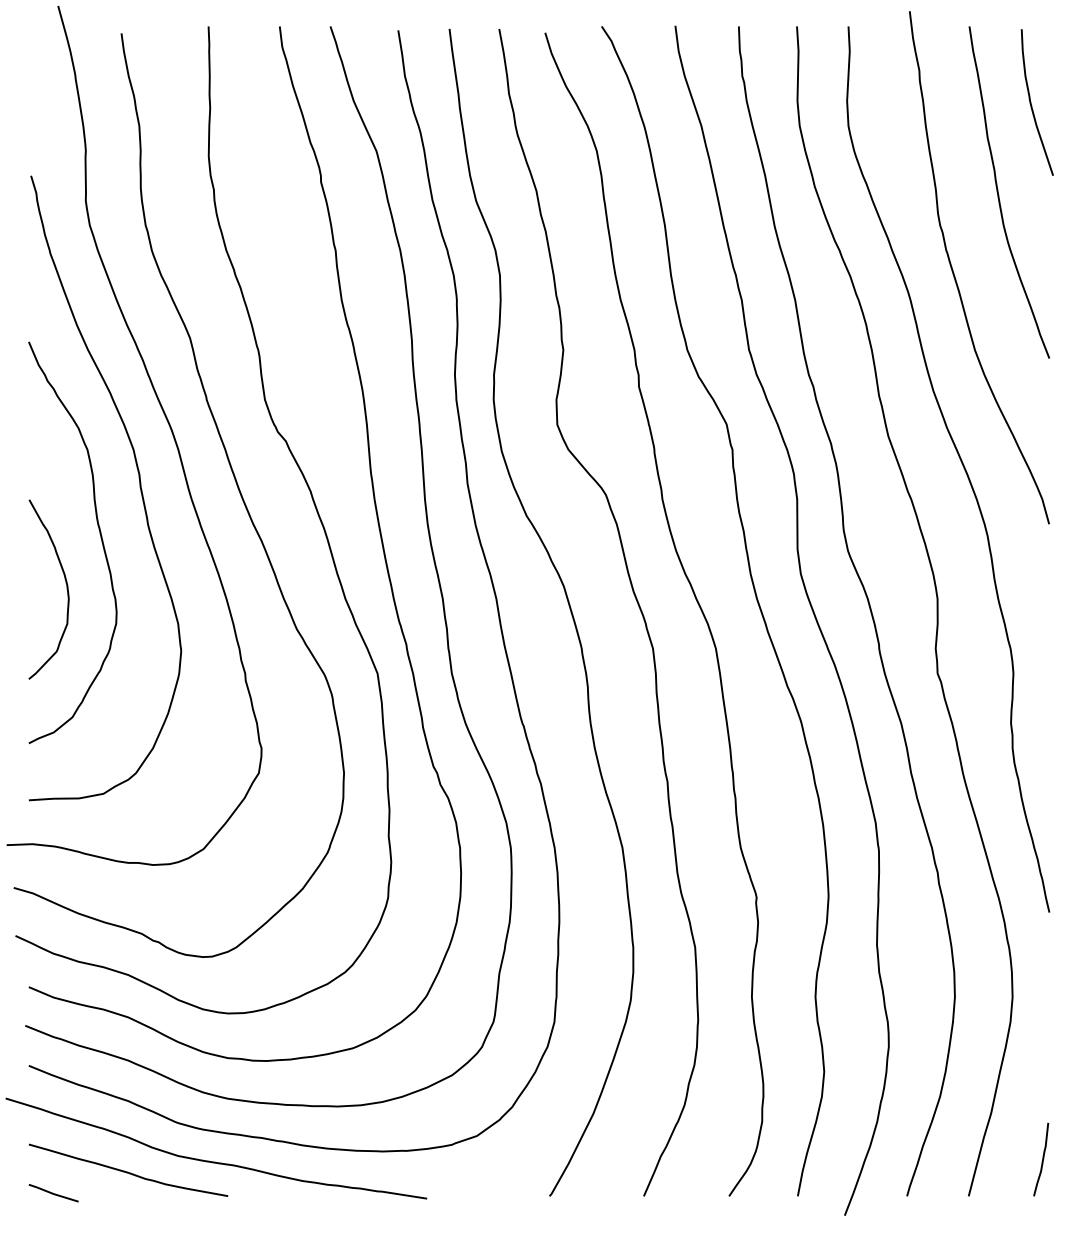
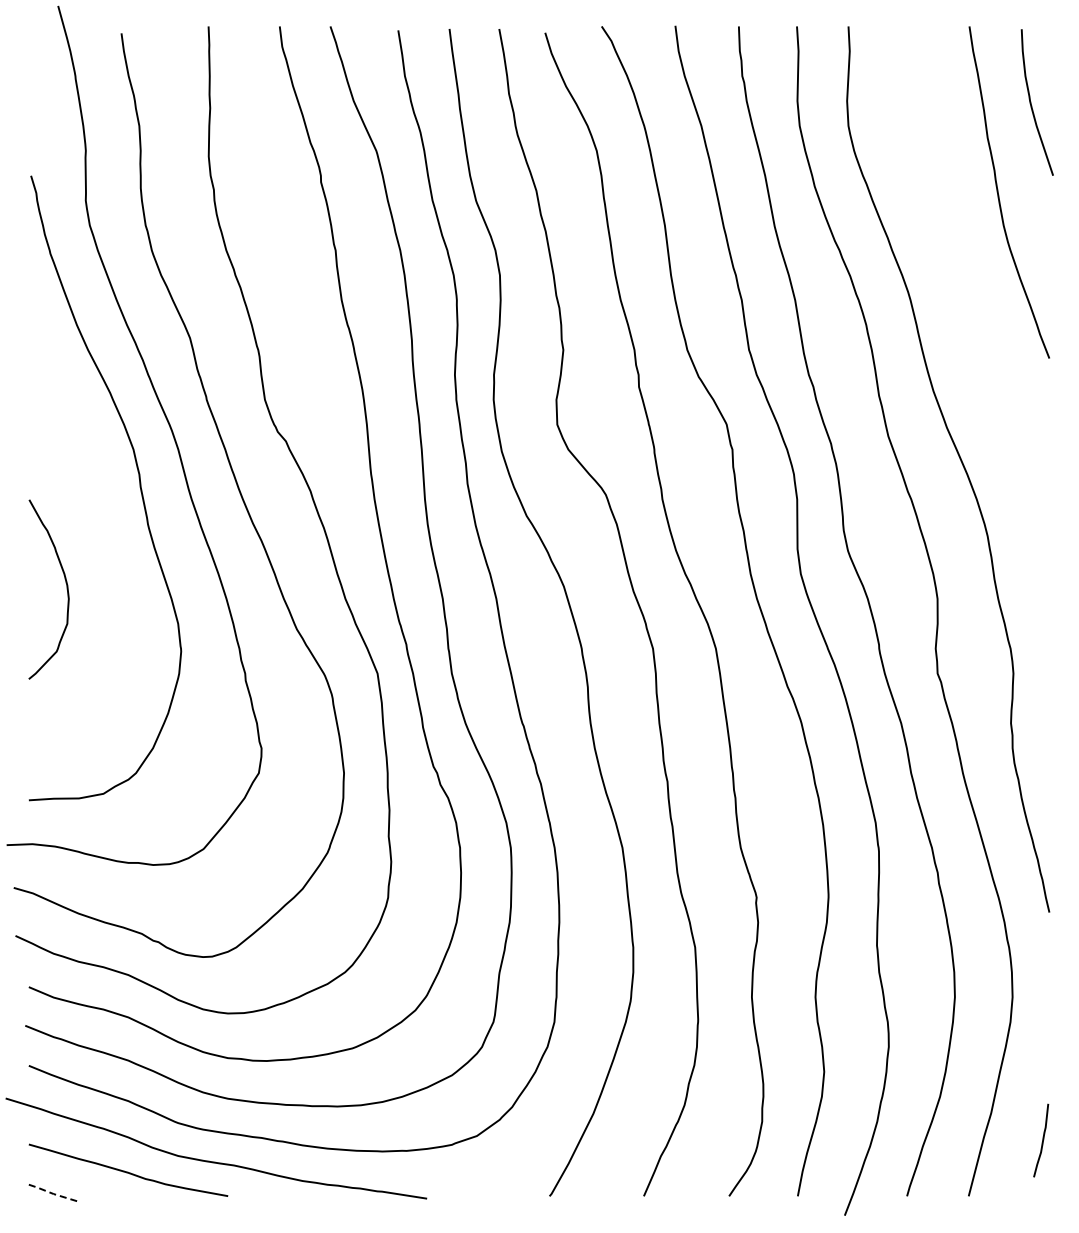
curve at (955, 276): present -> none
curve at (100, 538): present -> none
curve at (1042, 1159) position: (1042, 1159) -> (1042, 1140)
line at (53, 1194): solid -> dashed
